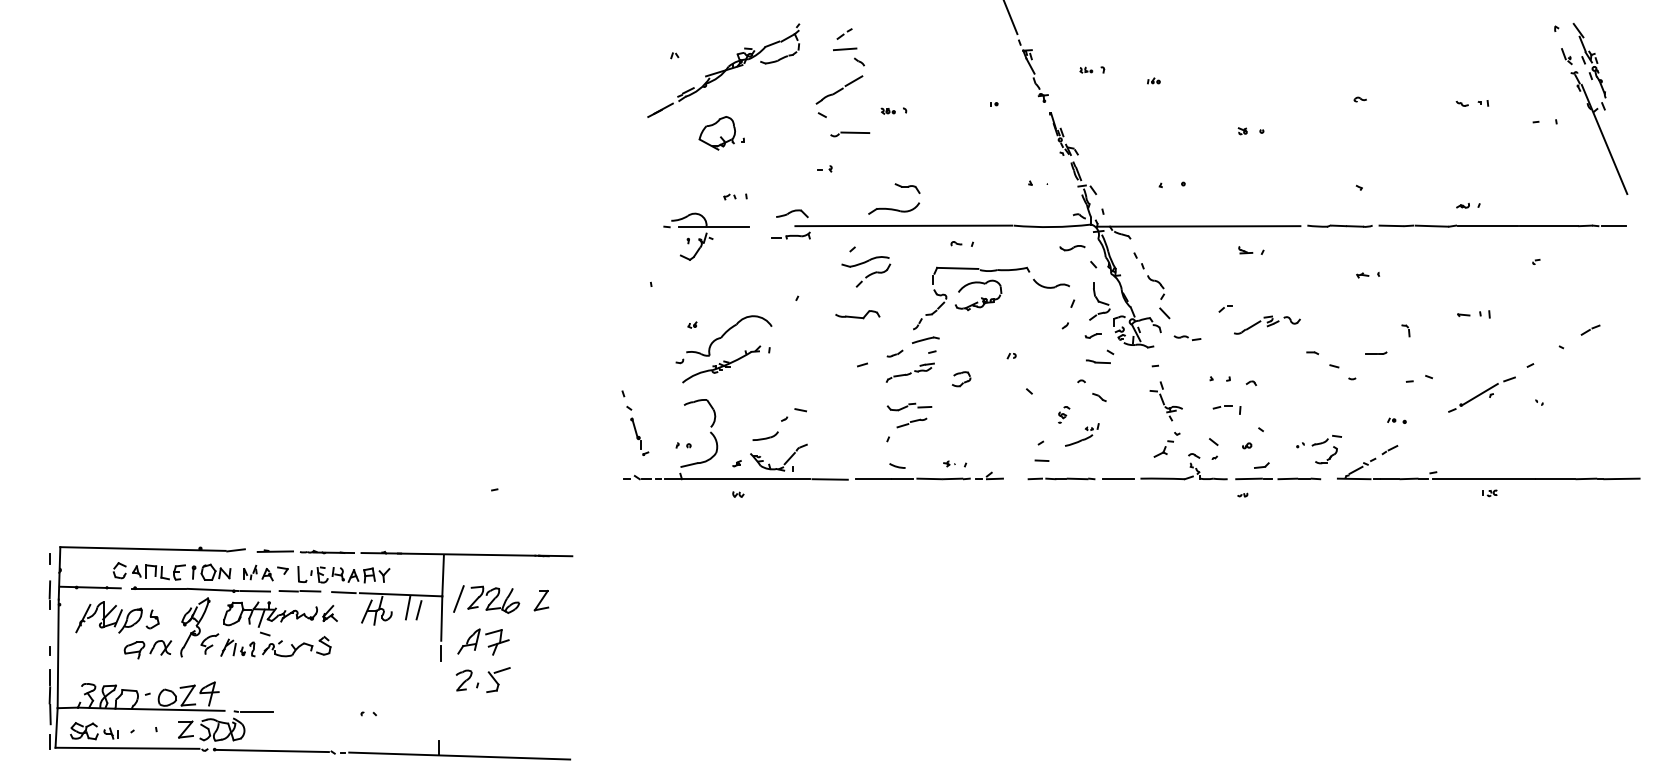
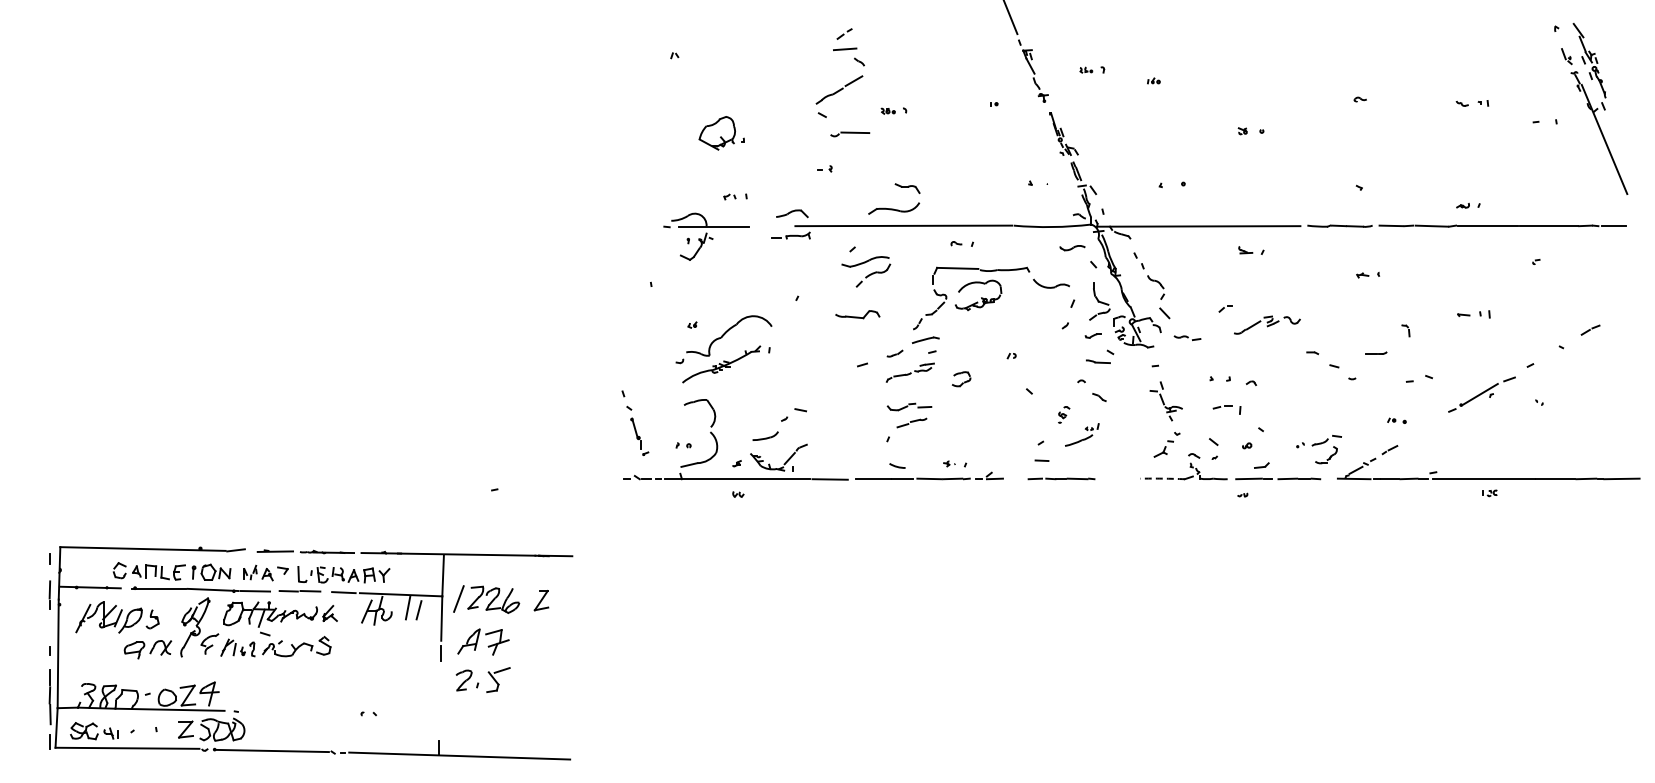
part at (723, 70): present -> none
line at (1118, 478): present -> none
arc at (1162, 478): solid -> dashed
line at (256, 711): present -> none
